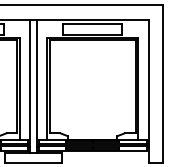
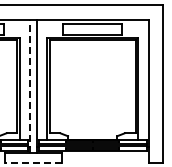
line at (30, 85): solid -> dashed
line at (33, 162): solid -> dashed
